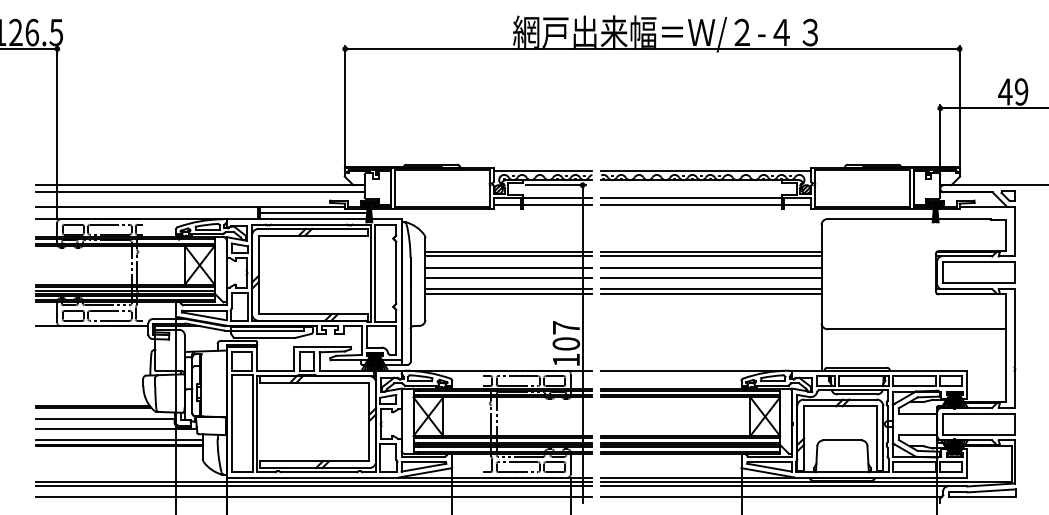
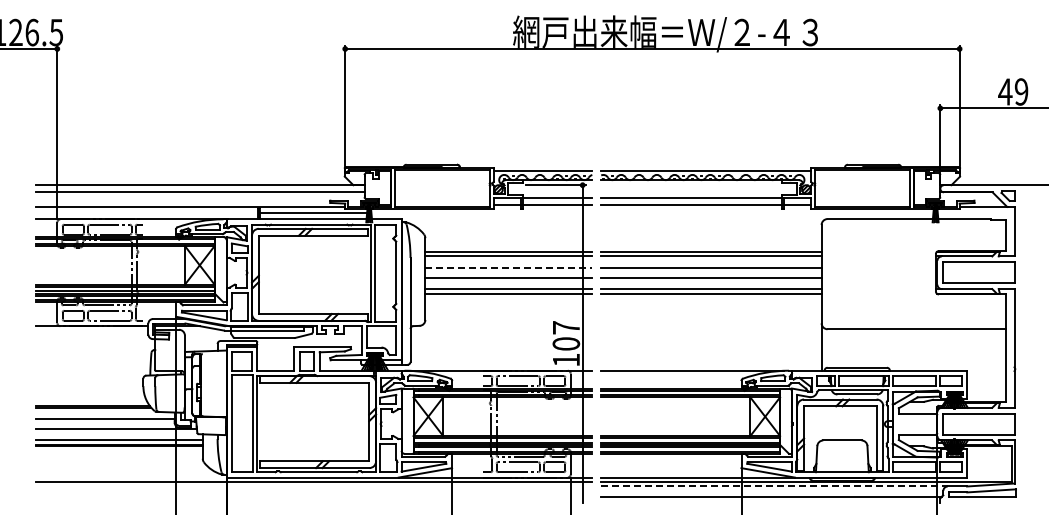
line at (509, 267): solid -> dashed
line at (313, 486): present -> none
line at (775, 486): solid -> dashed
line at (313, 496): present -> none
